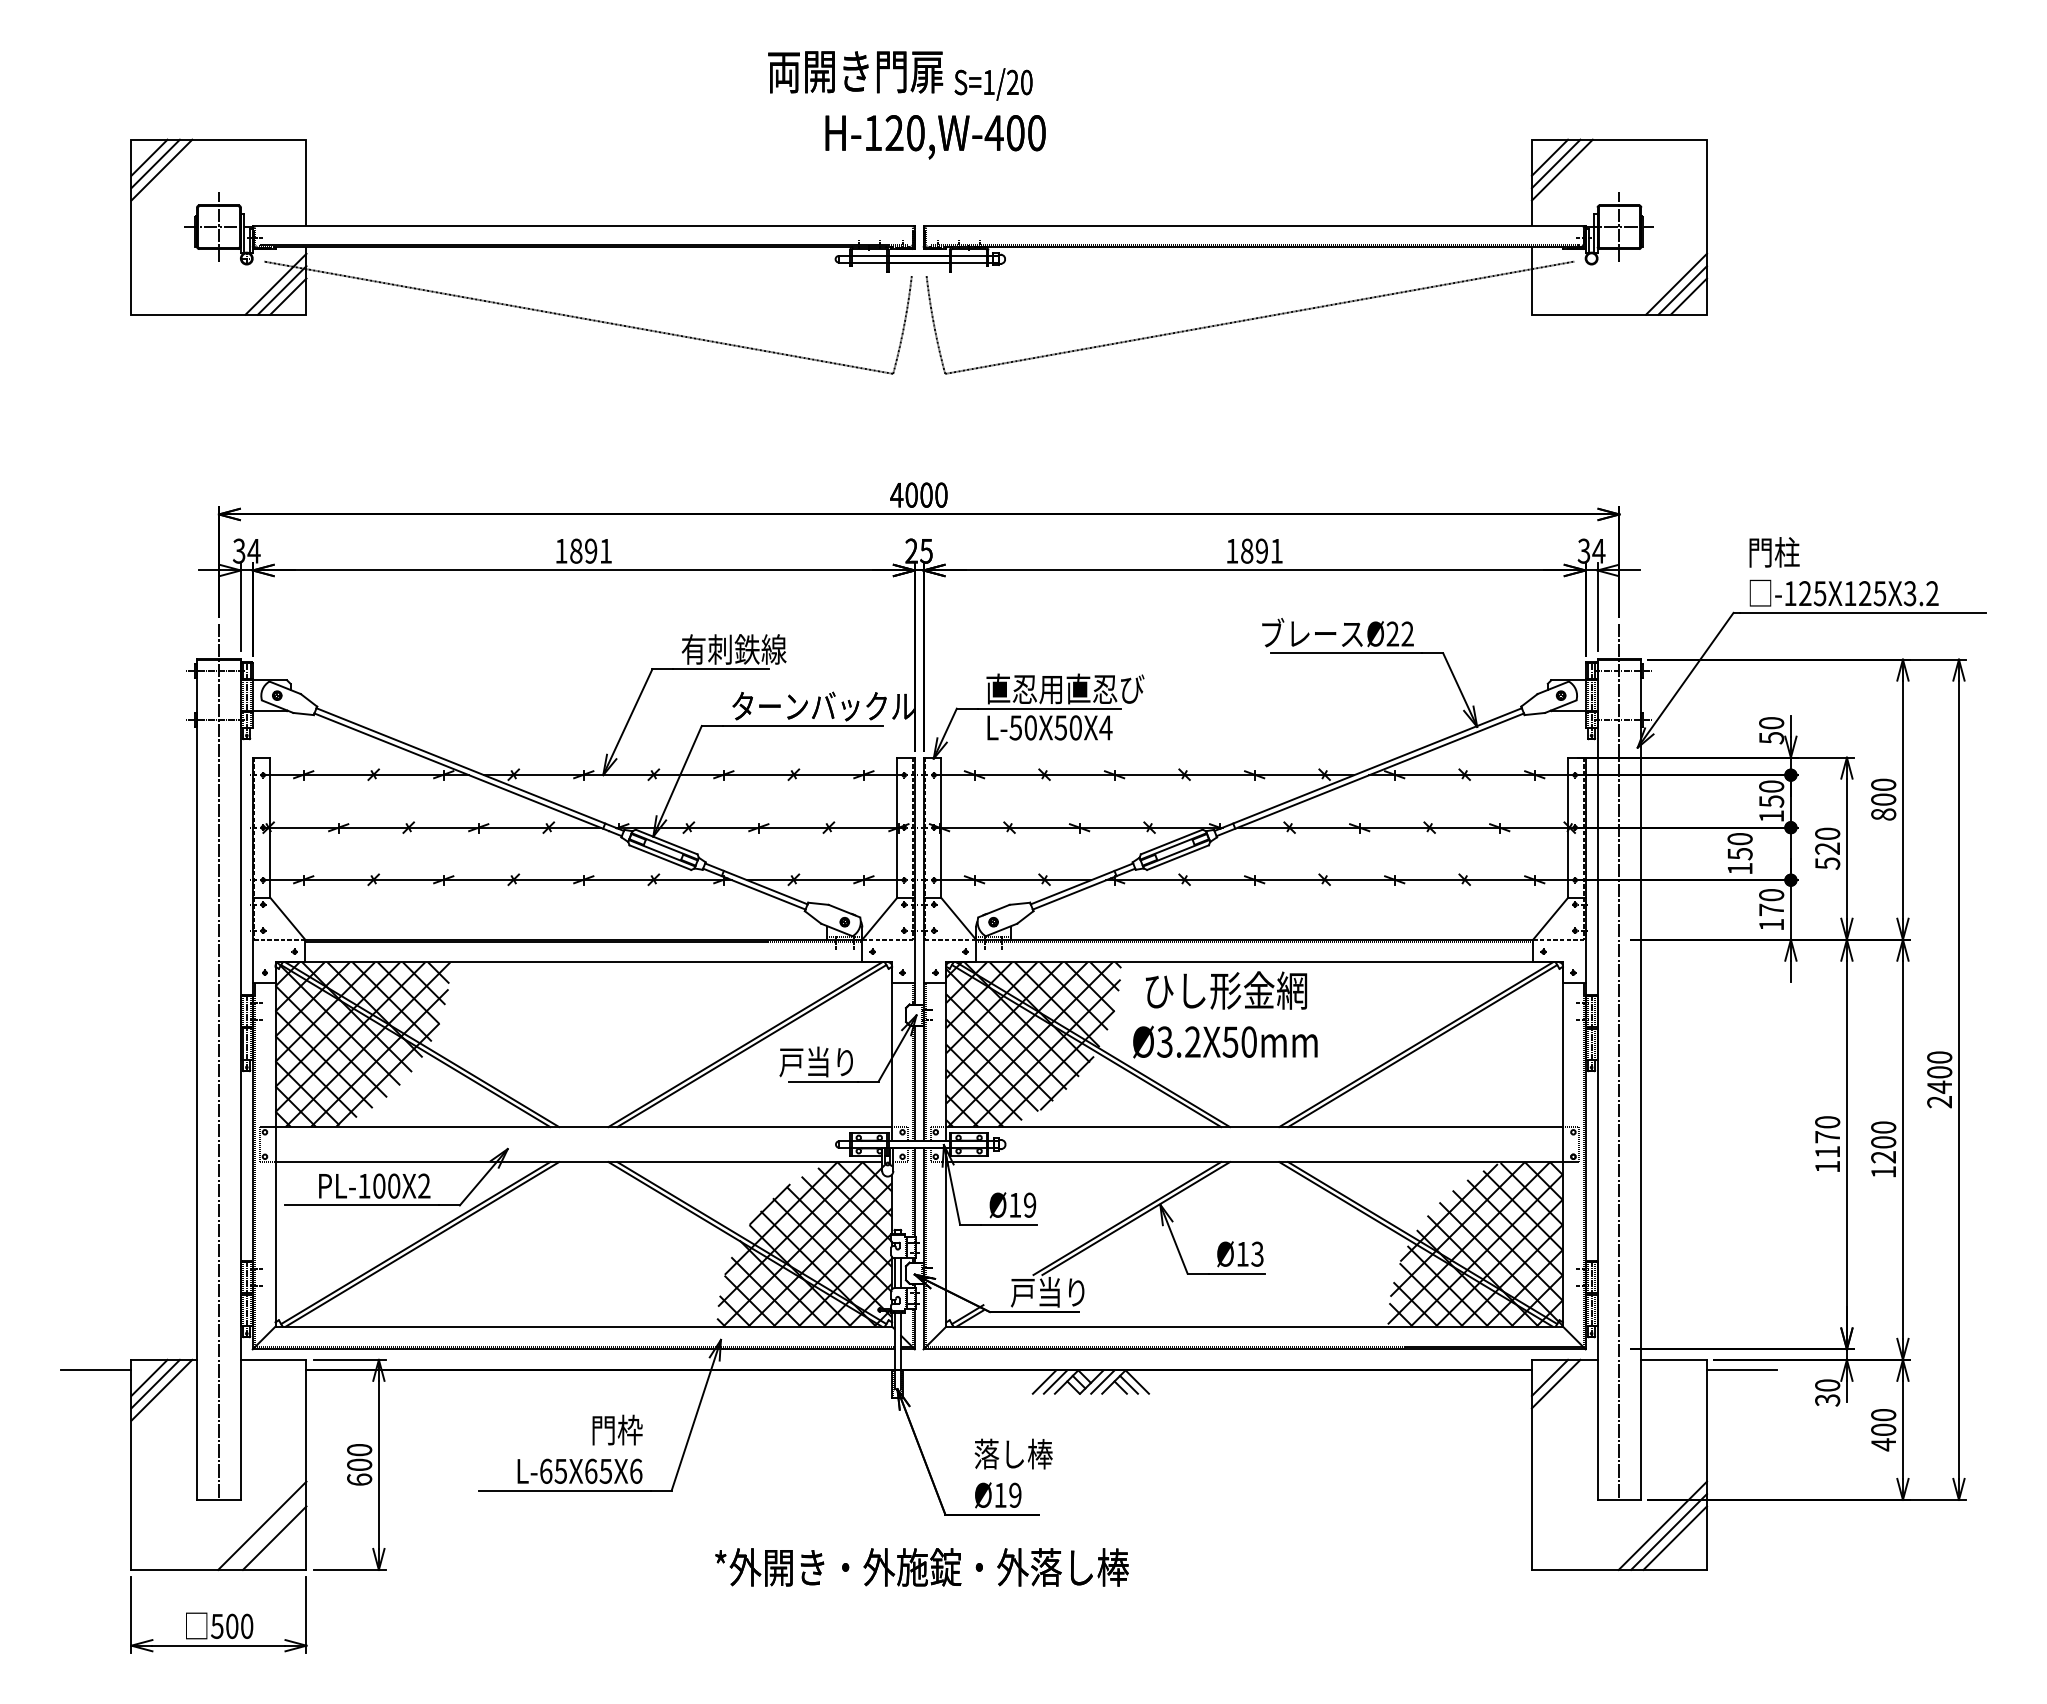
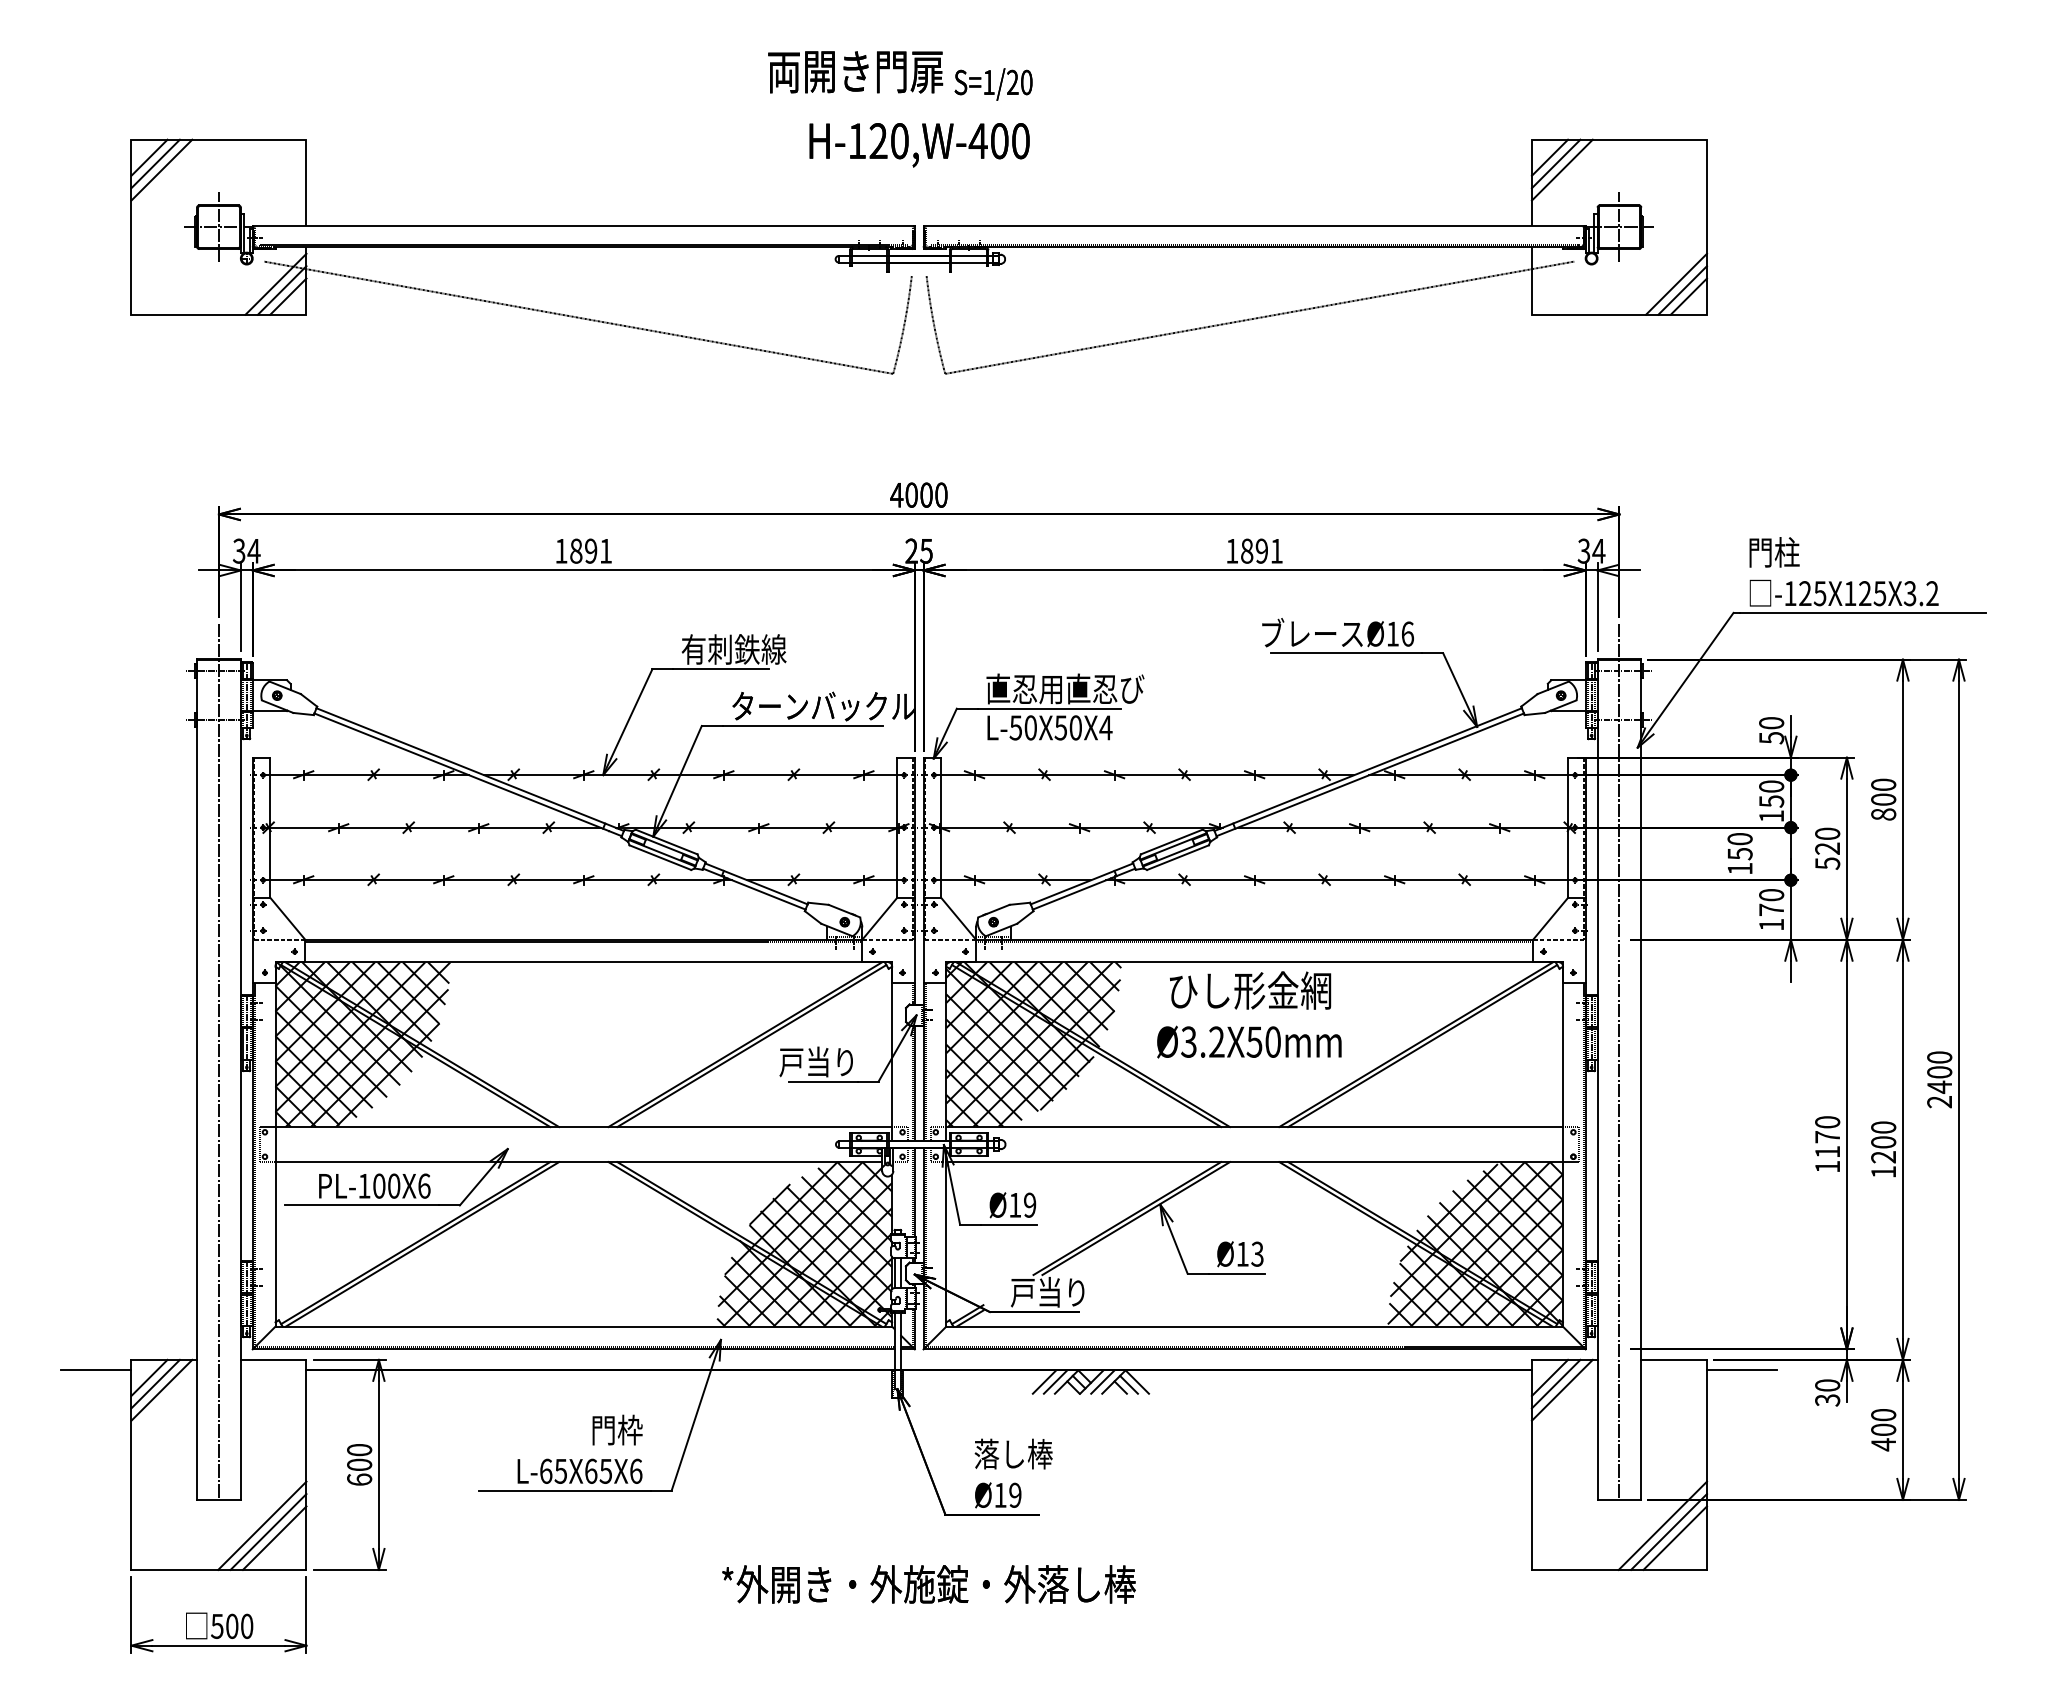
text at (935, 137) position: (935, 137) -> (919, 145)
text at (1399, 633): Ø22 -> Ø16
text at (1225, 1014) position: (1225, 1014) -> (1249, 1014)
text at (424, 1185): PL-100X2 -> PL-100X6
line at (1561, 1389): none -> present
line at (268, 1531): none -> present
text at (921, 1567) position: (921, 1567) -> (928, 1584)
